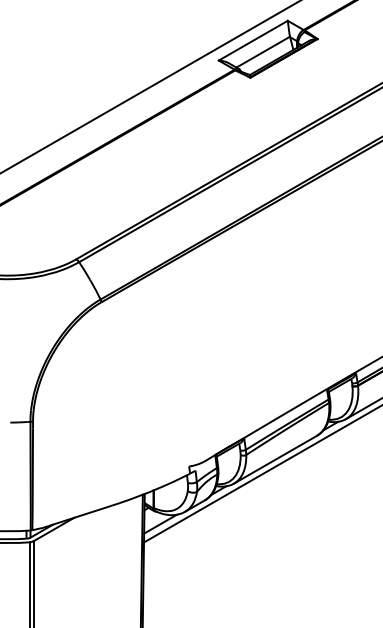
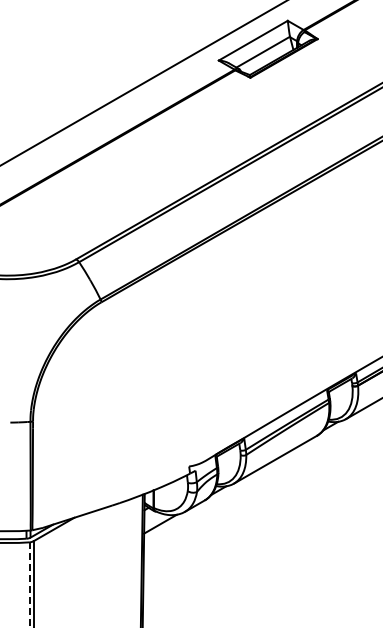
line at (150, 87) position: (150, 87) -> (143, 83)
line at (261, 474): present -> none
line at (29, 585): solid -> dashed
